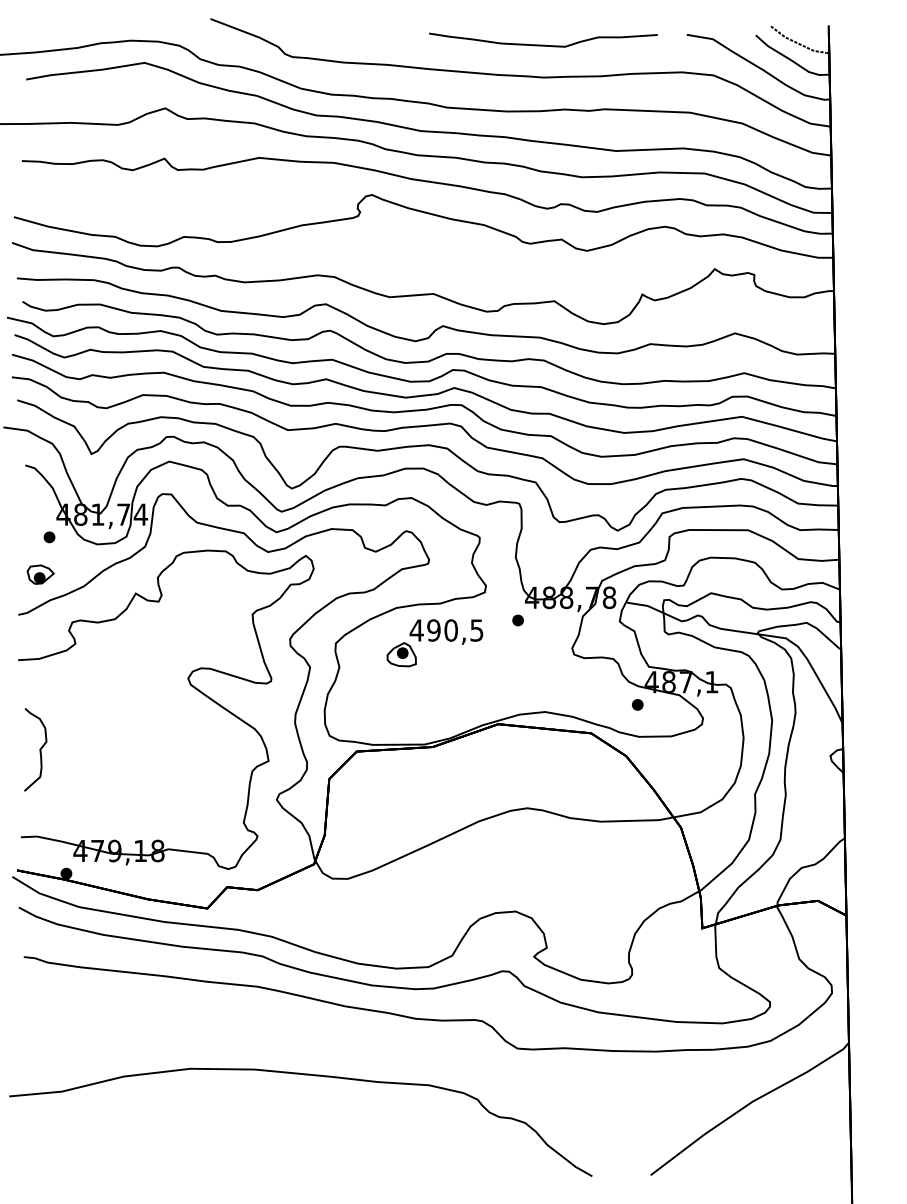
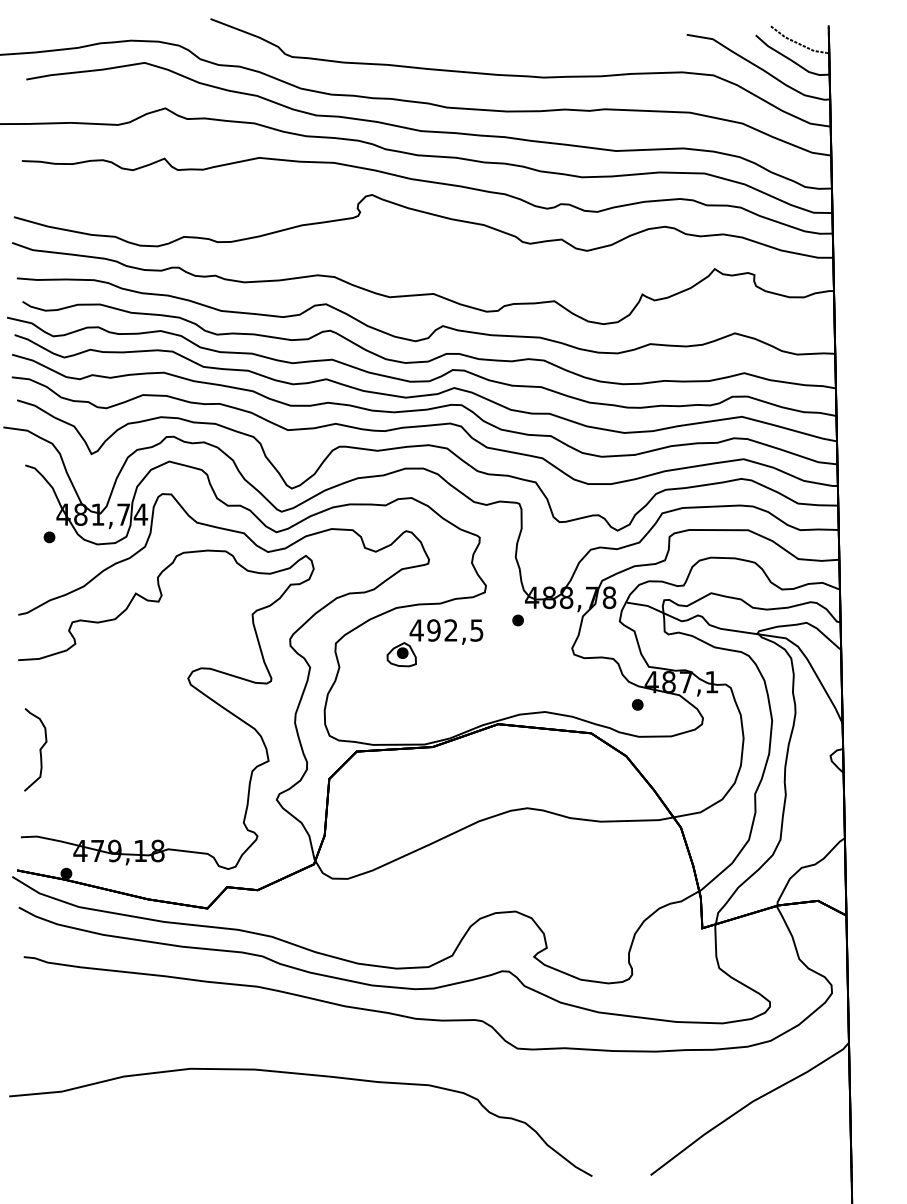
curve at (543, 44): present -> none
part at (40, 574): present -> none
text at (450, 630): 490,5 -> 492,5
